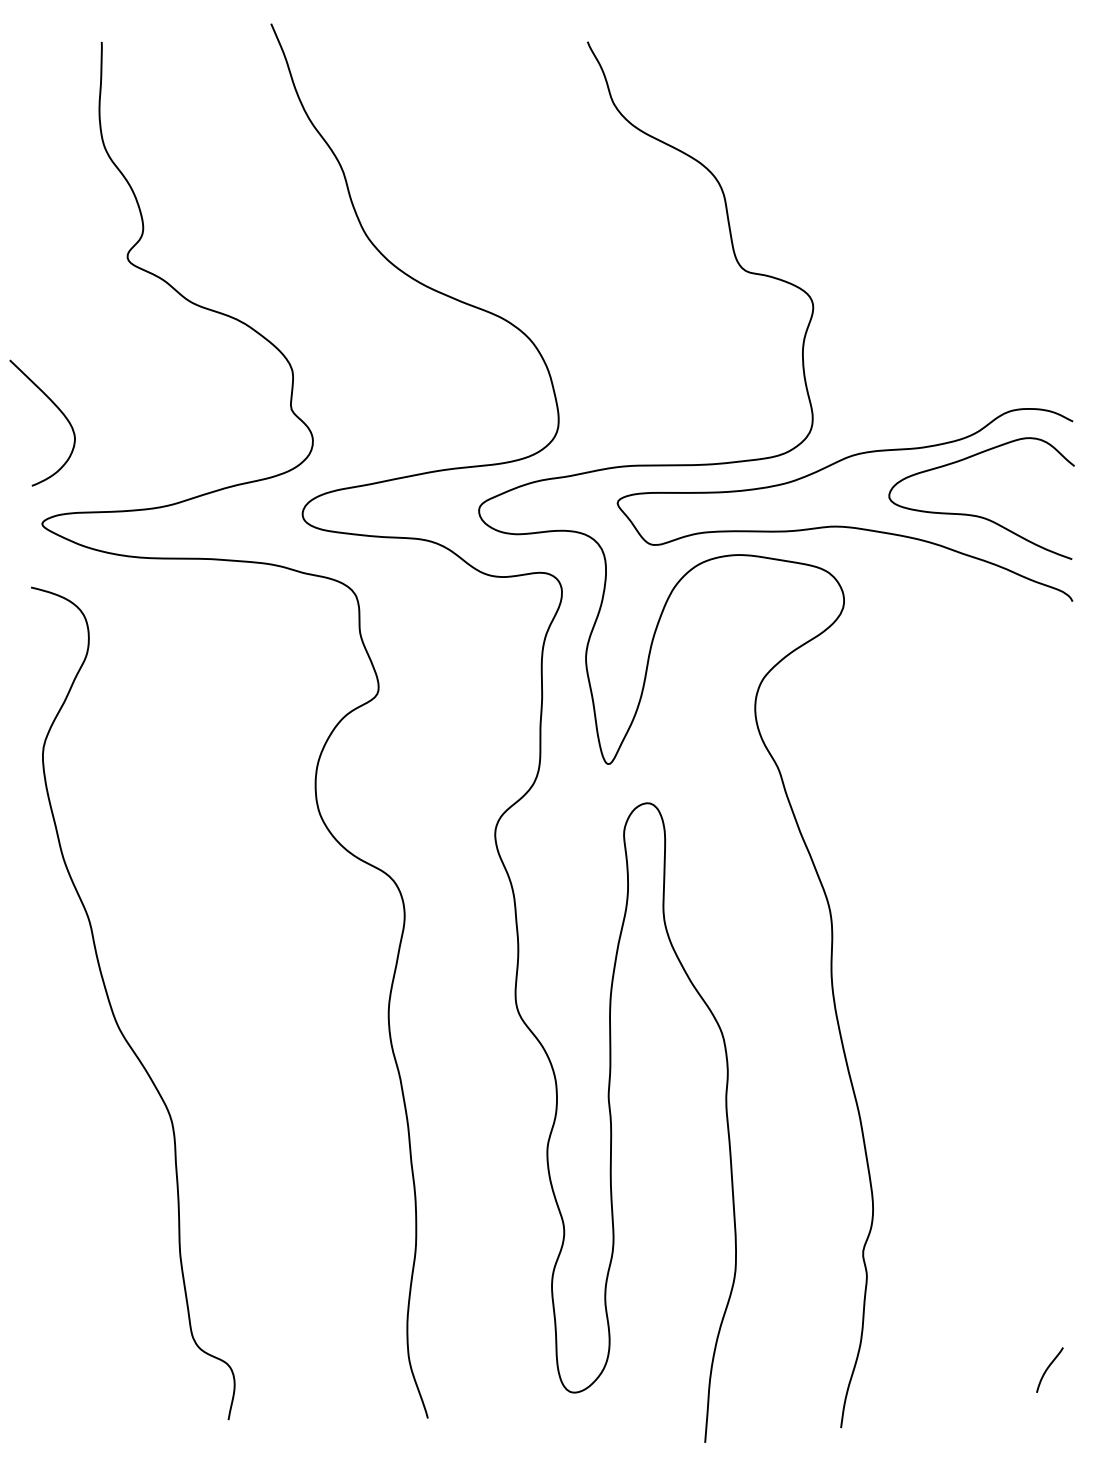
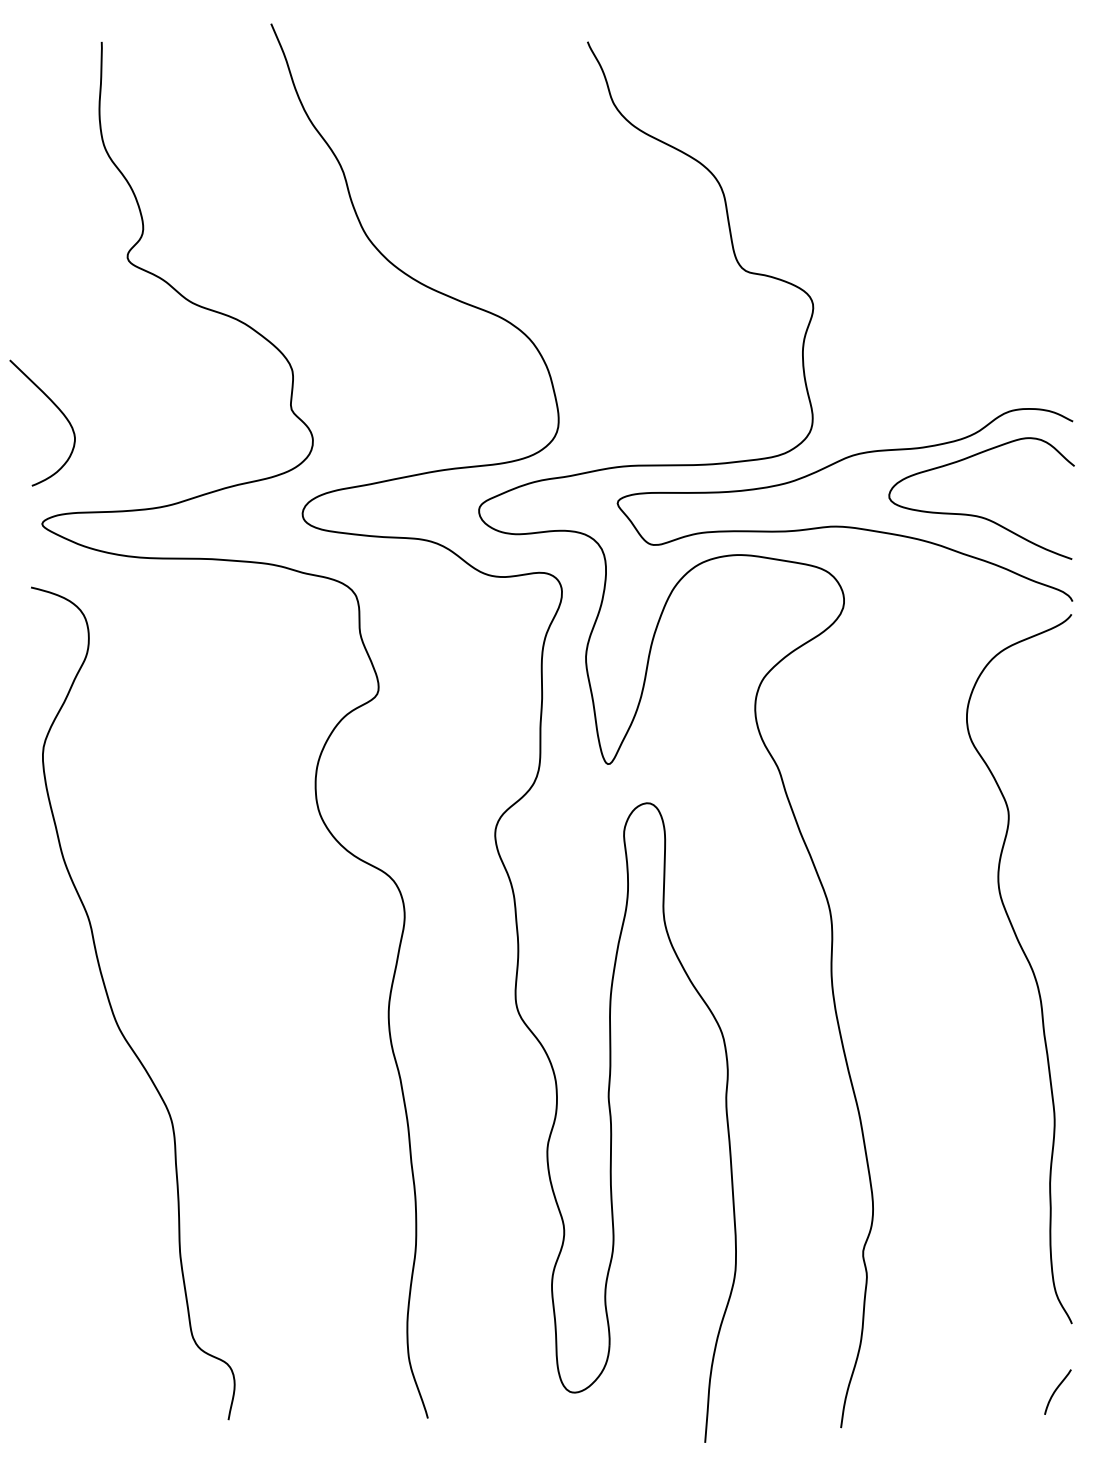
curve at (1029, 966): none -> present
curve at (1048, 1368) position: (1048, 1368) -> (1056, 1390)
